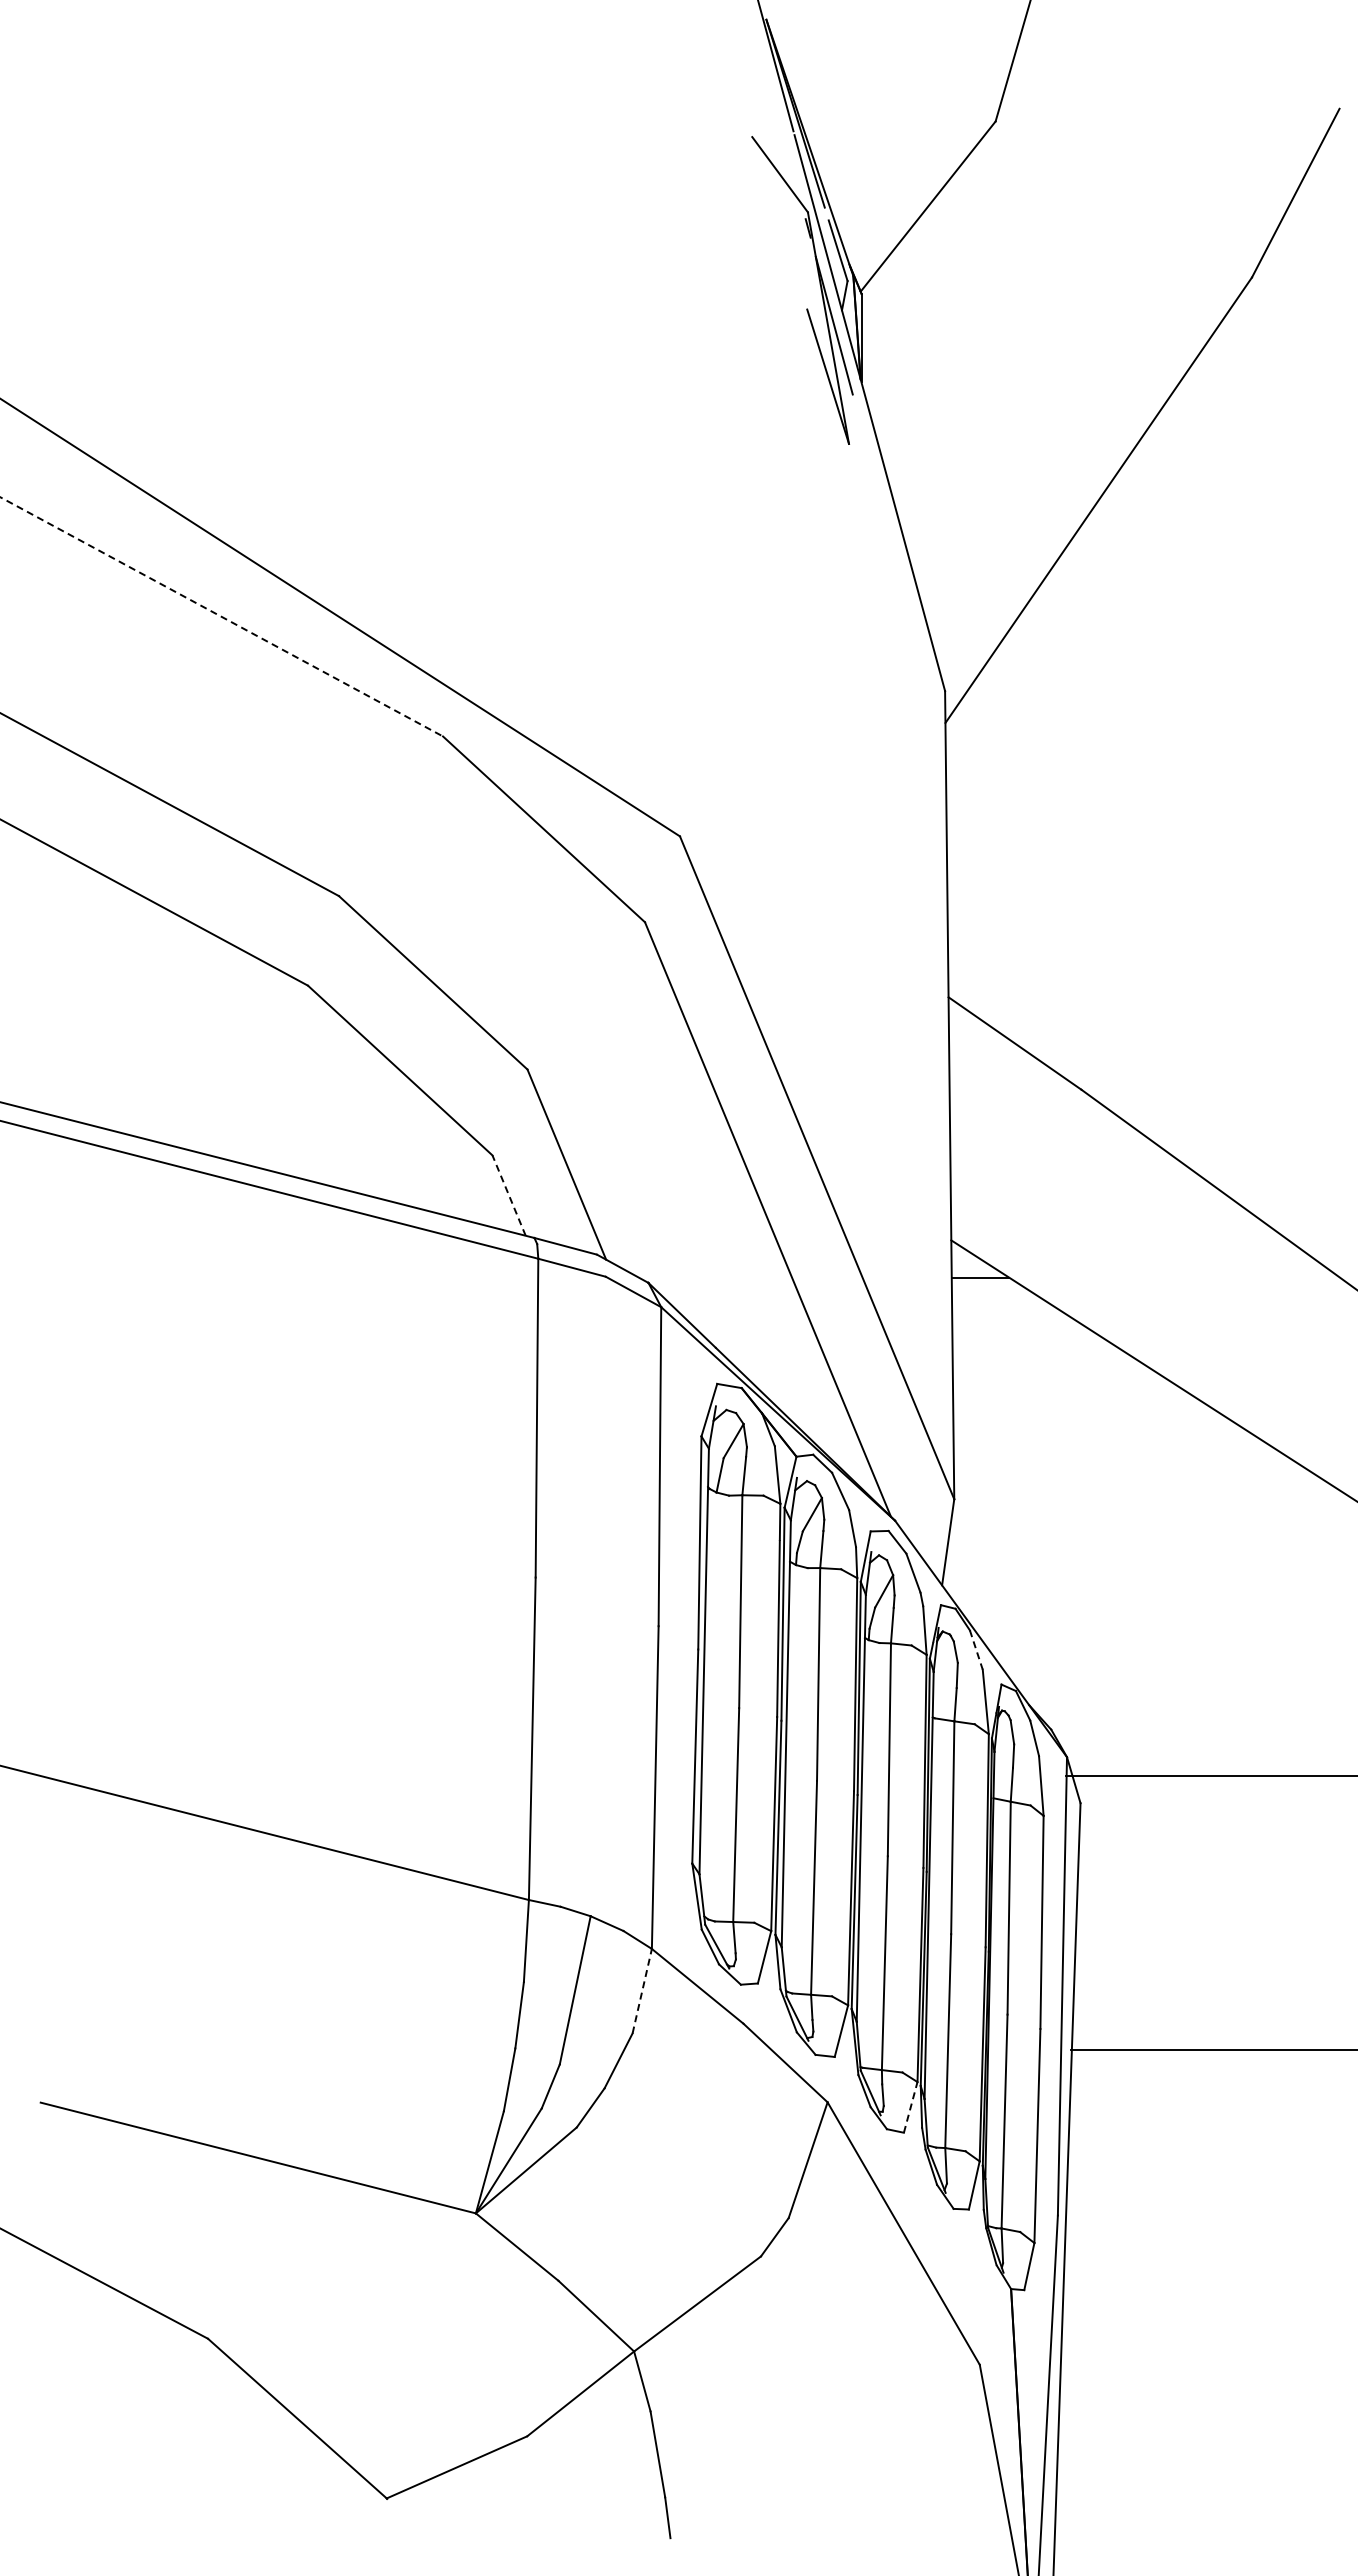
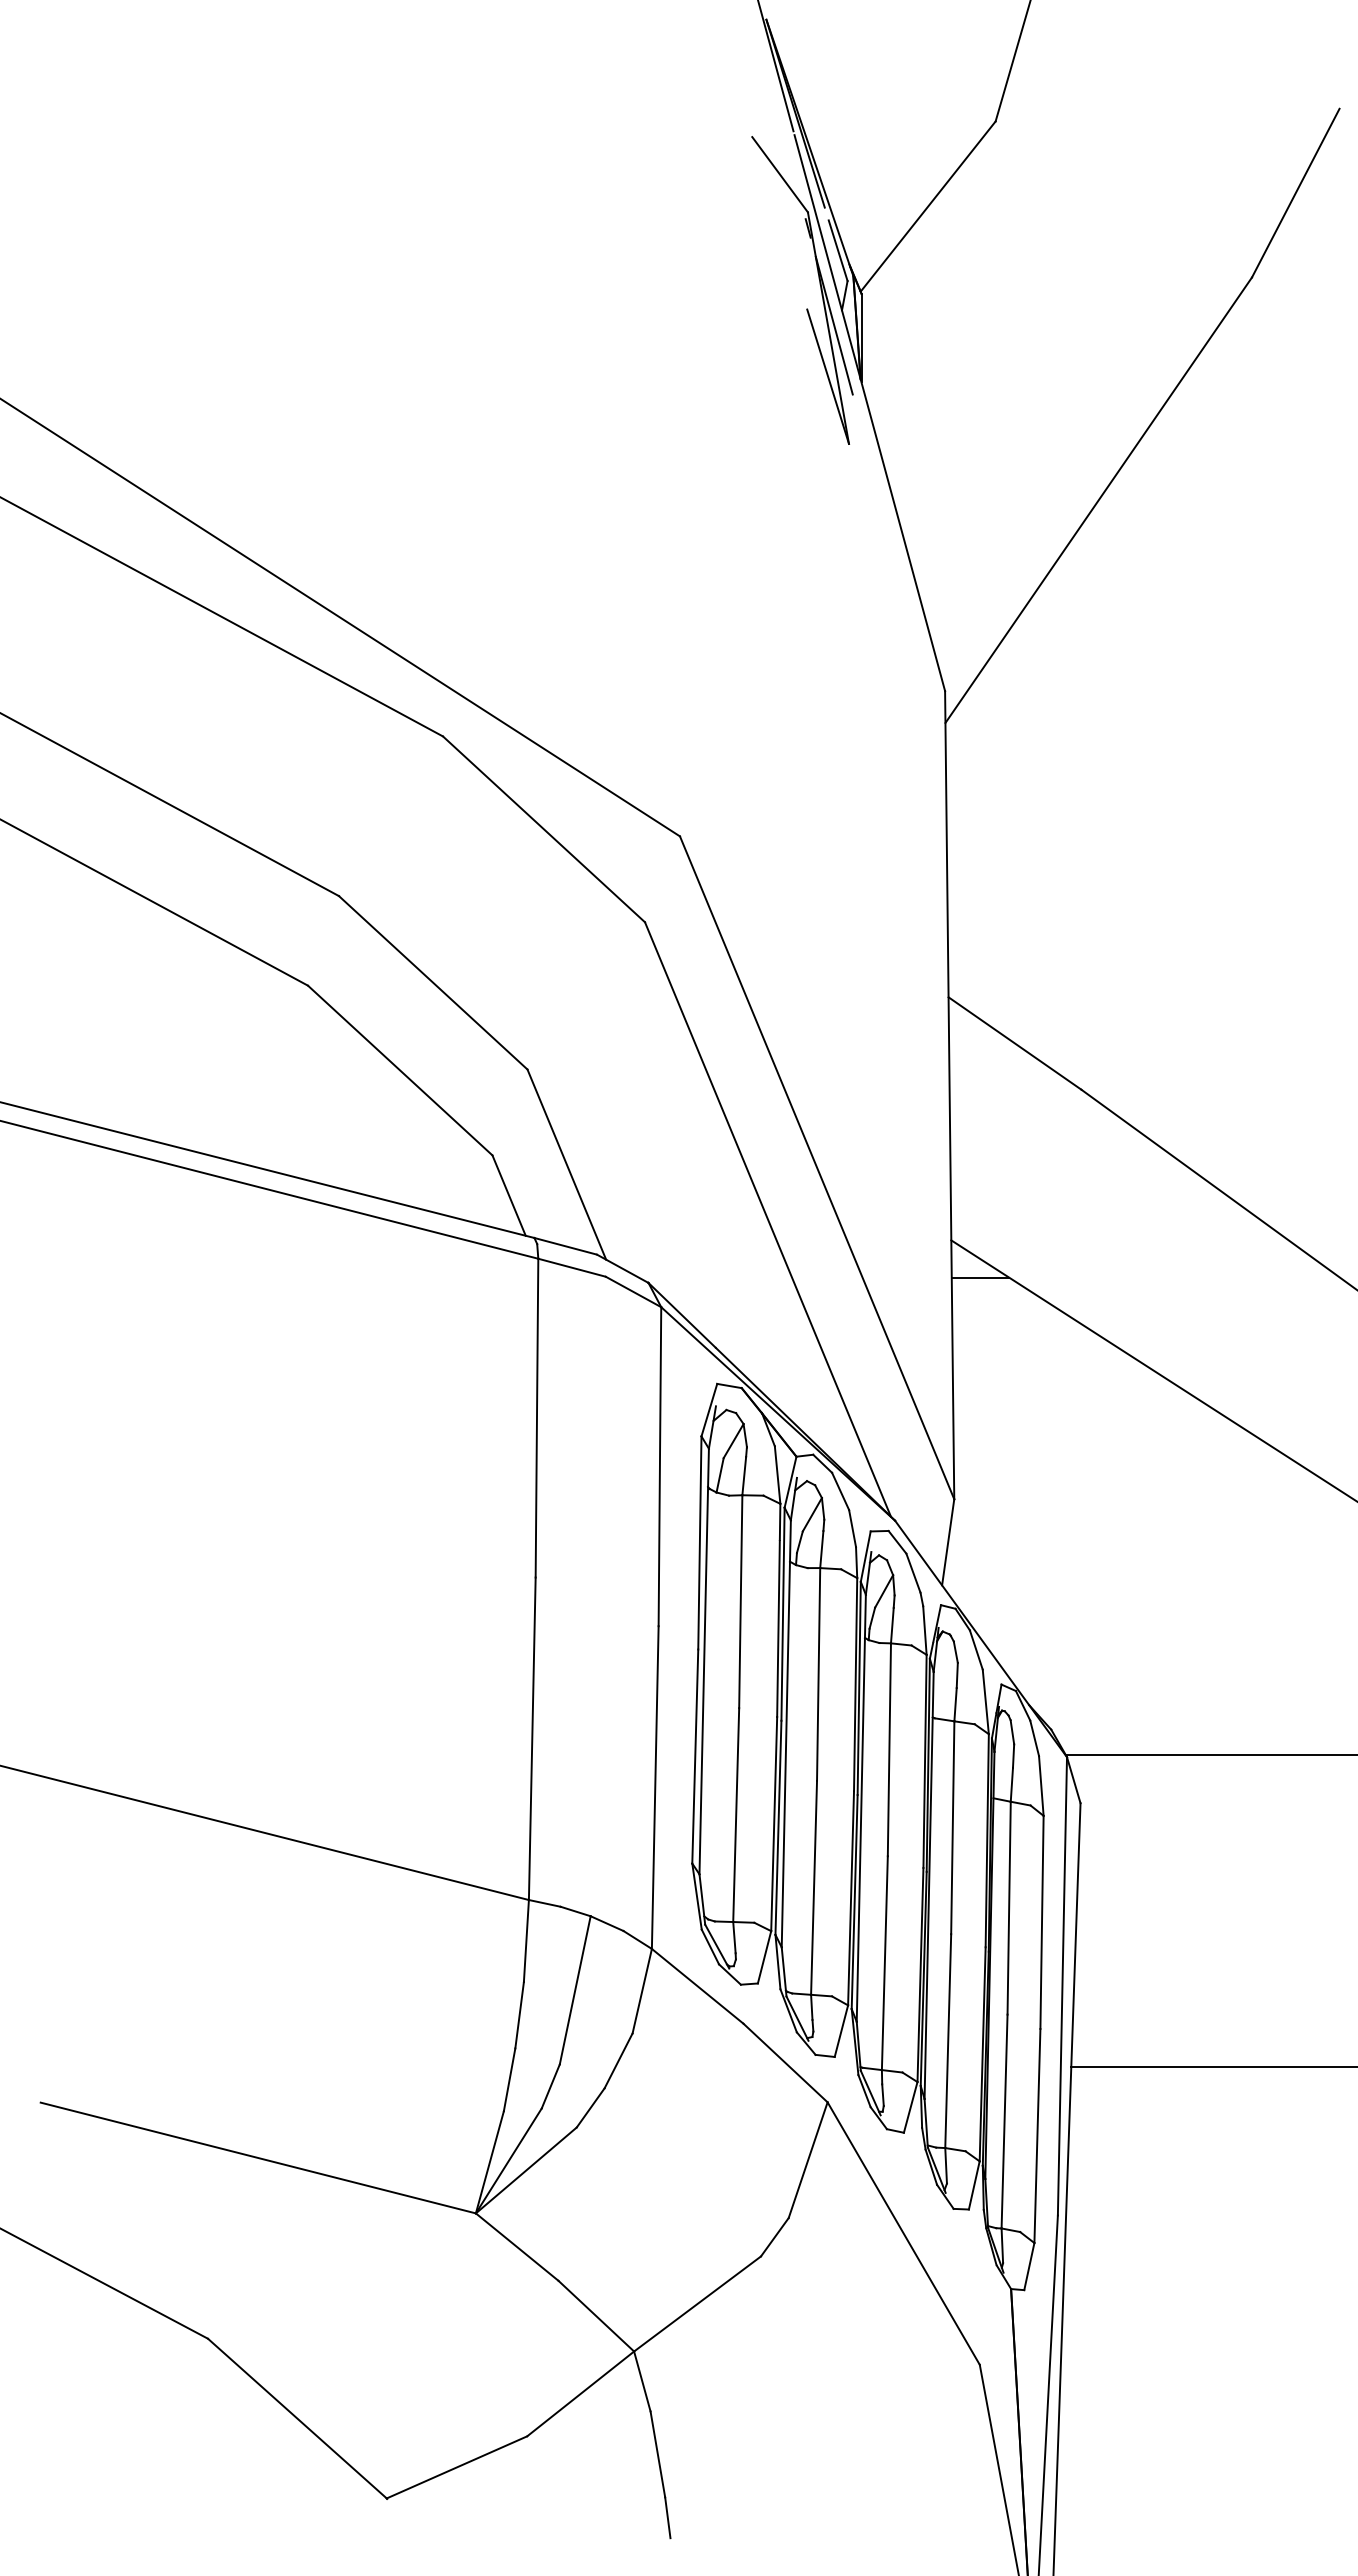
line at (222, 617): dashed -> solid
line at (508, 1195): dashed -> solid
line at (976, 1650): dashed -> solid
line at (1209, 1775) position: (1209, 1775) -> (1209, 1754)
line at (642, 1990): dashed -> solid
line at (1212, 2049) position: (1212, 2049) -> (1212, 2066)
line at (910, 2106): dashed -> solid
